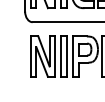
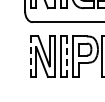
line at (67, 56): solid -> dashed
line at (30, 57): solid -> dashed
